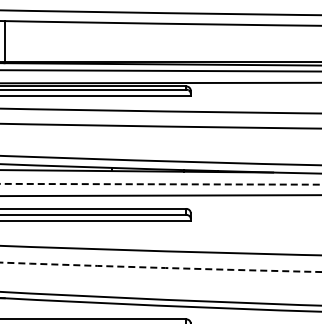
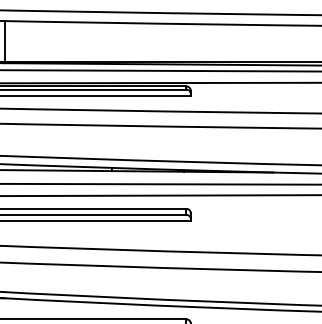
line at (160, 184): dashed -> solid
arc at (161, 267): dashed -> solid
